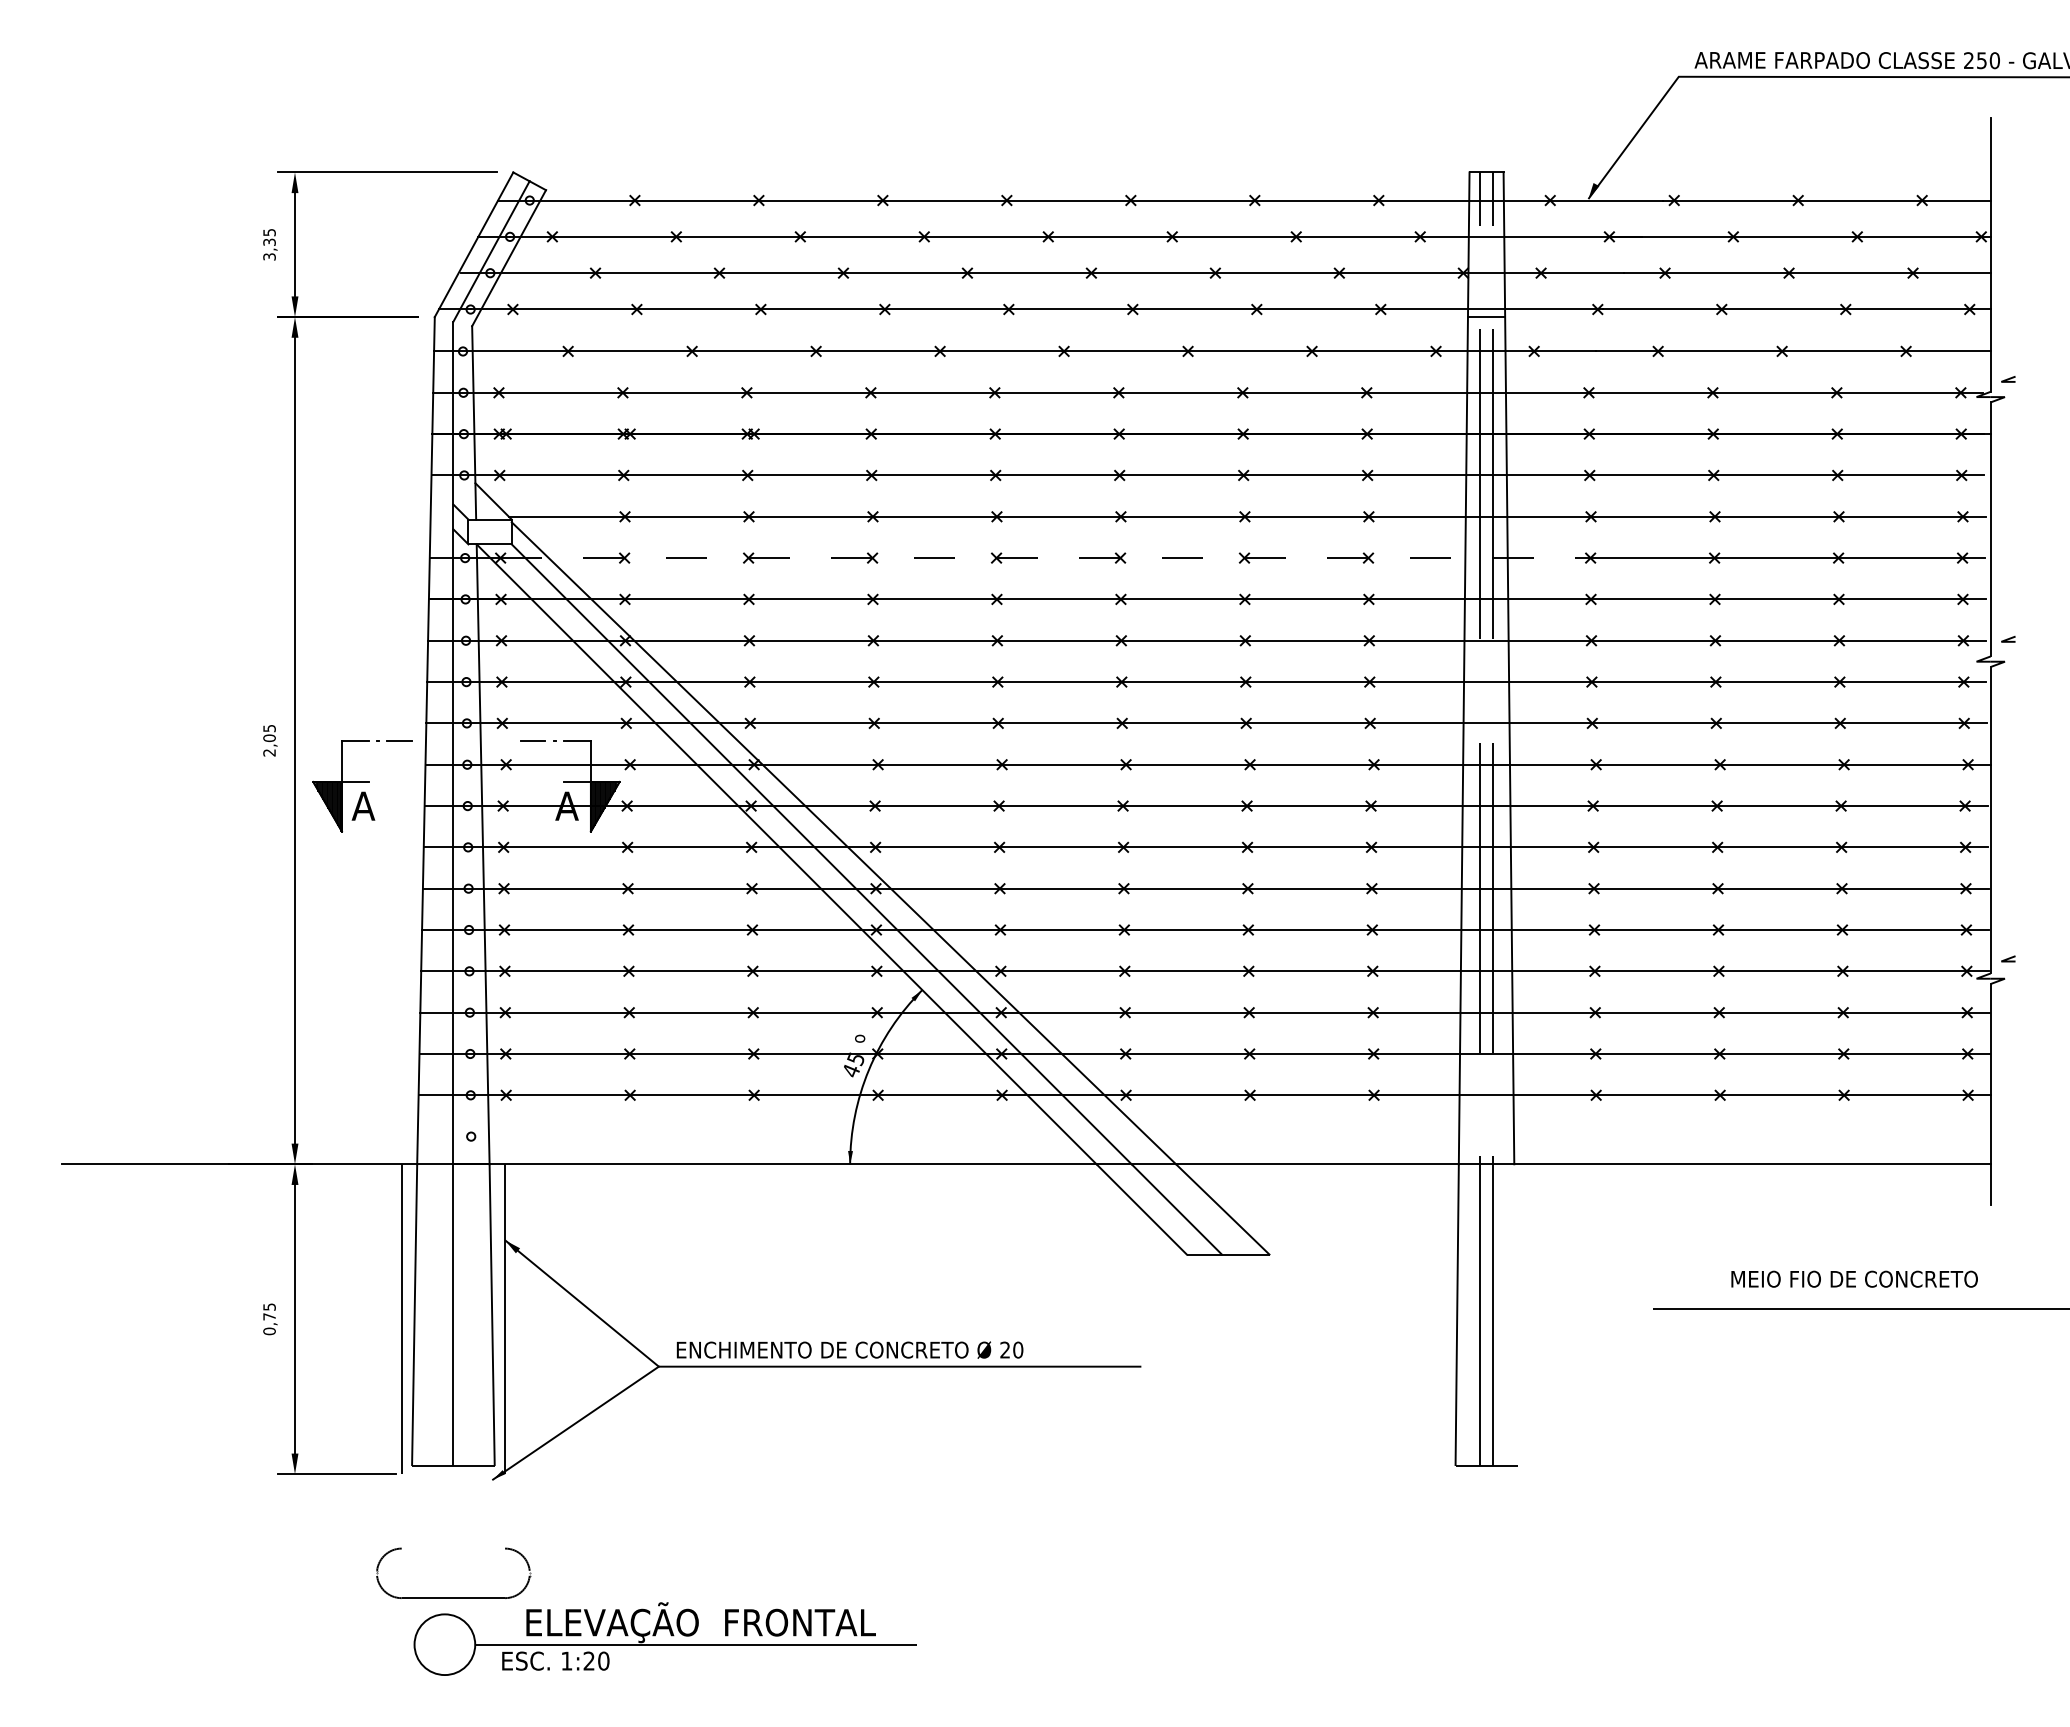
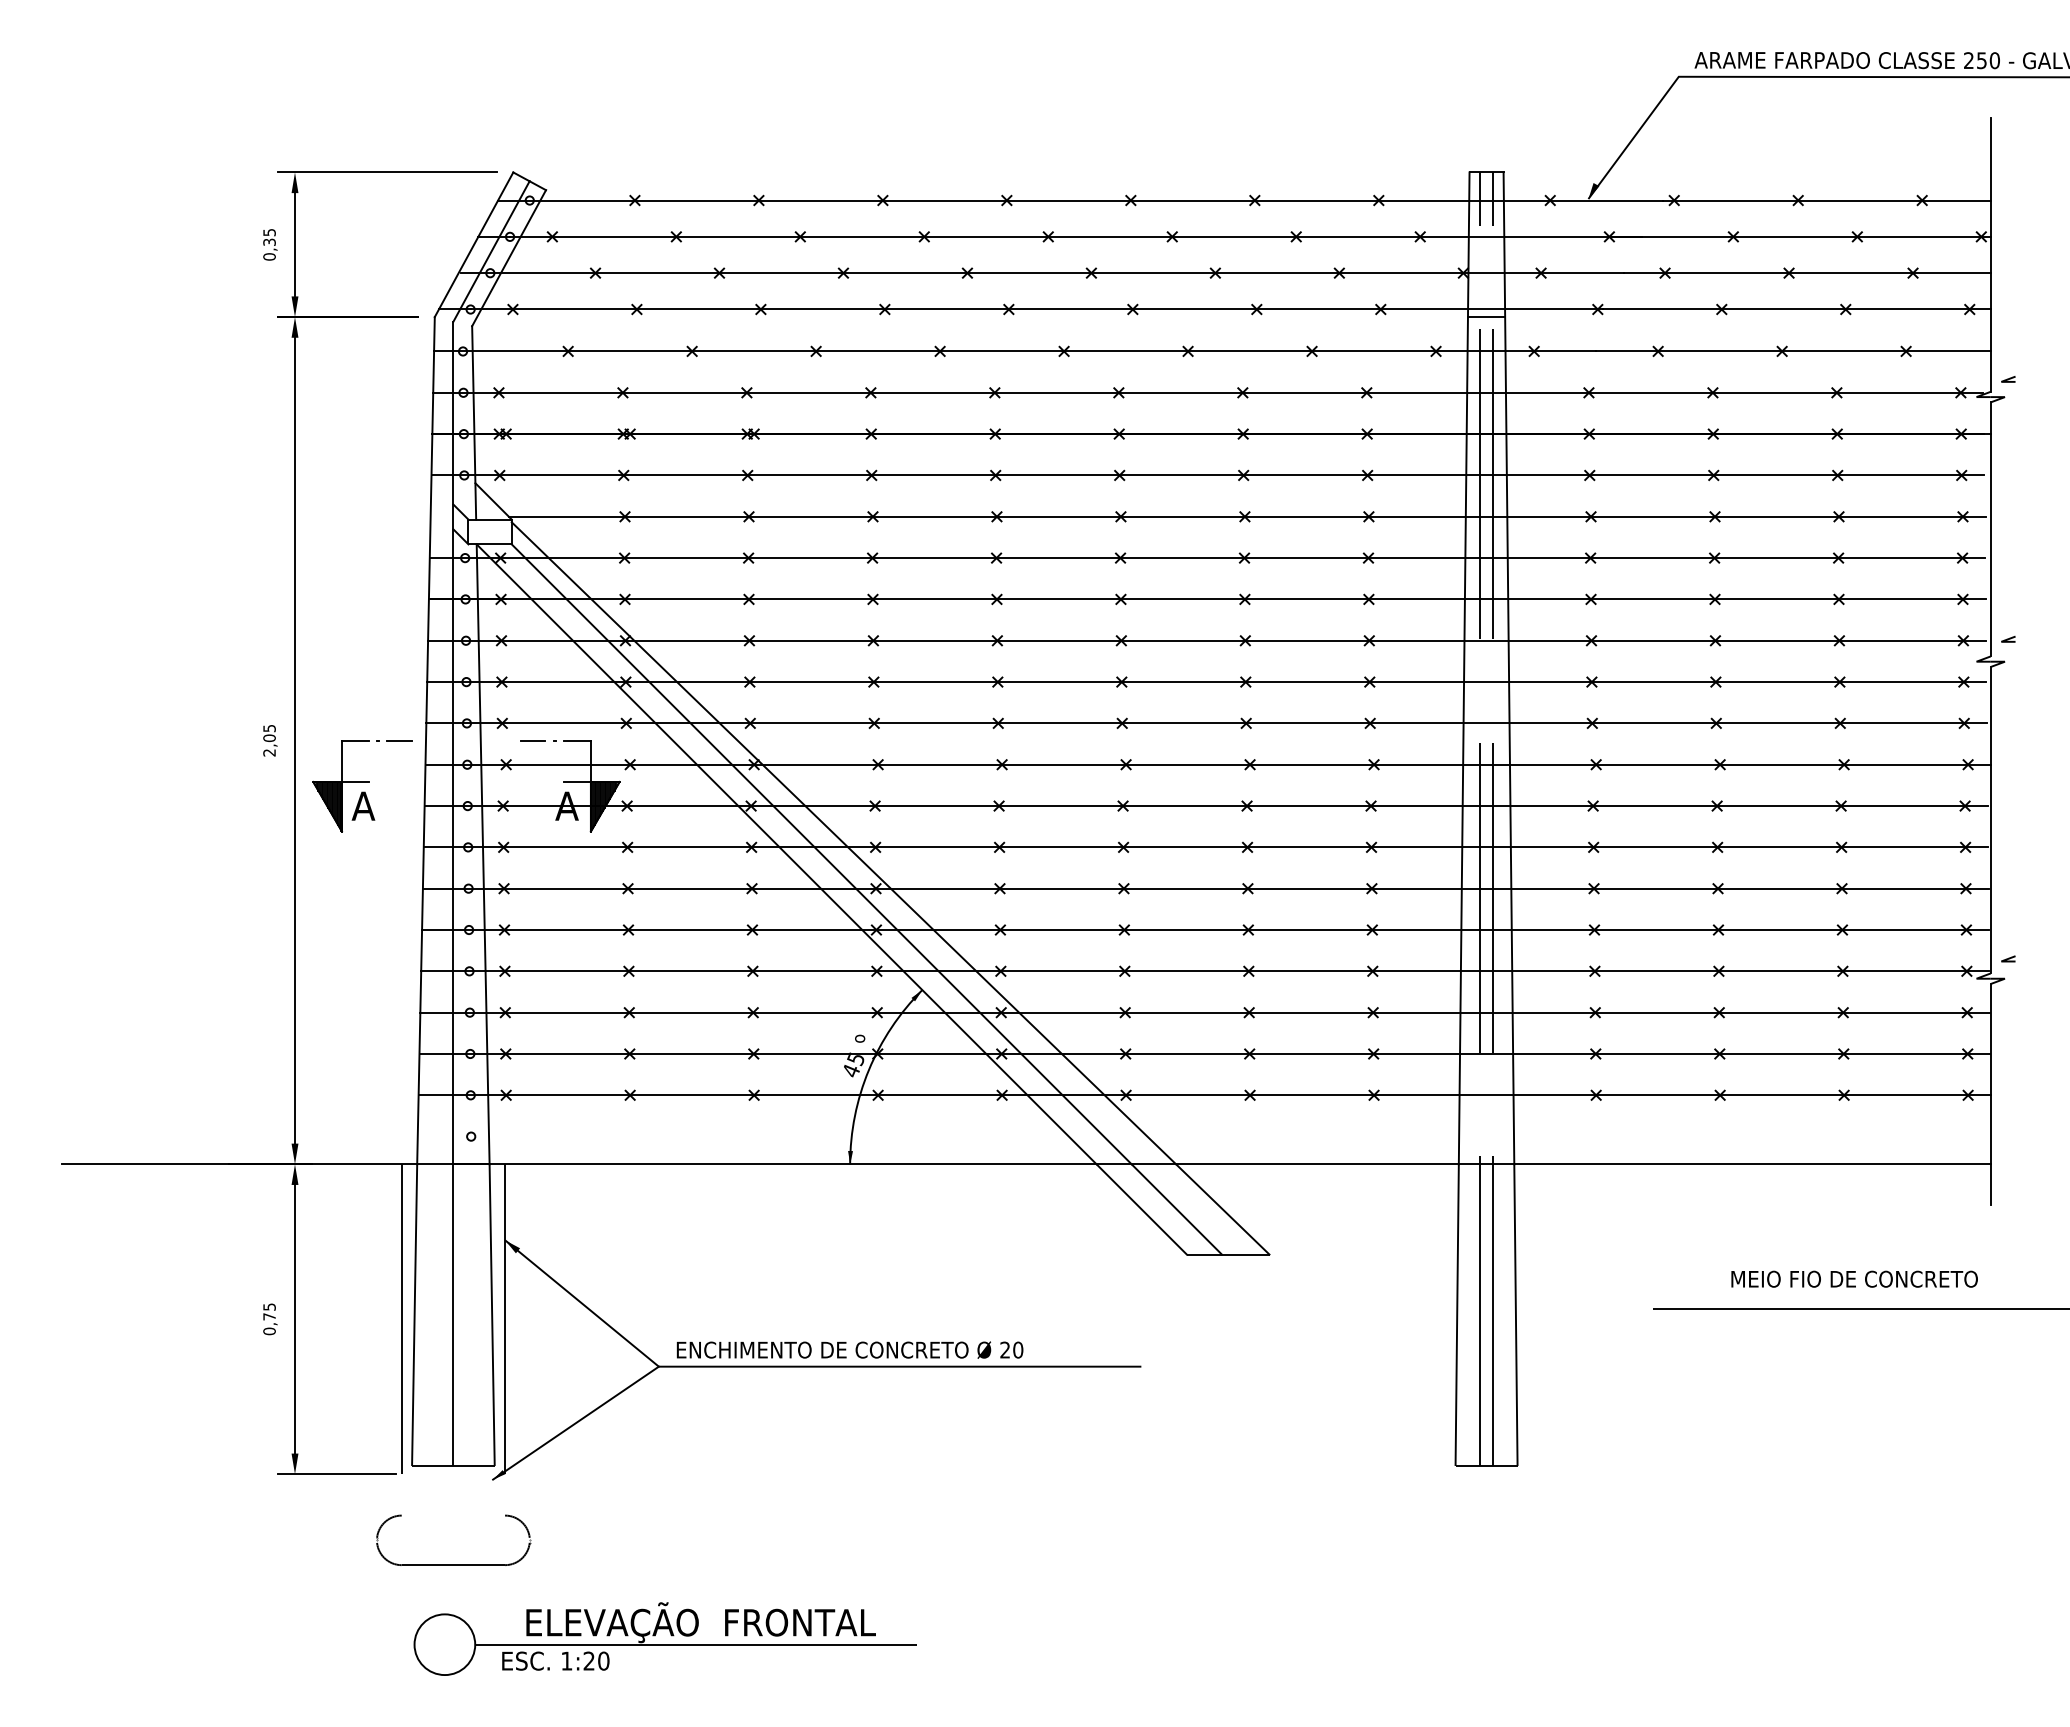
text at (269, 256): 3,35 -> 0,35
line at (1045, 558): dashed -> solid
line at (1515, 1314): none -> present
part at (453, 1597) position: (453, 1597) -> (453, 1564)
